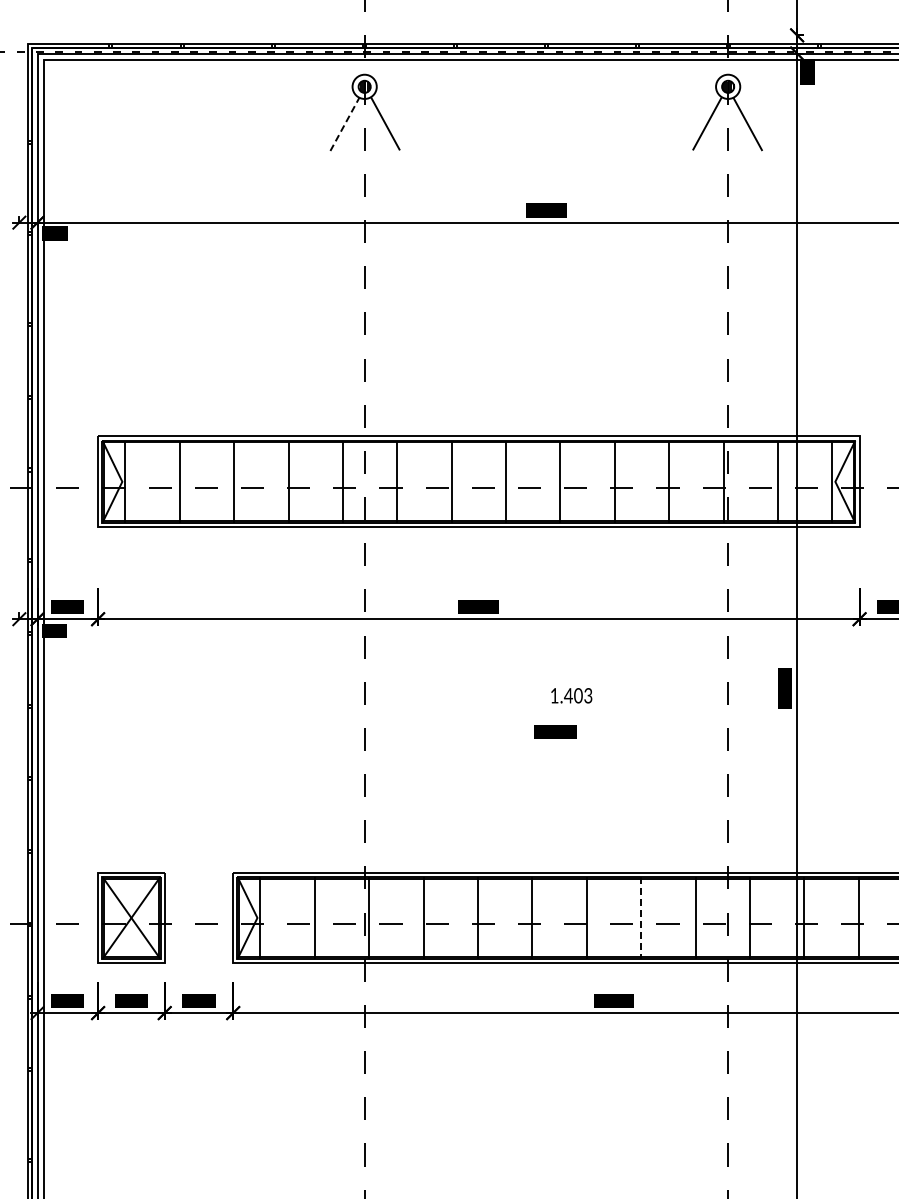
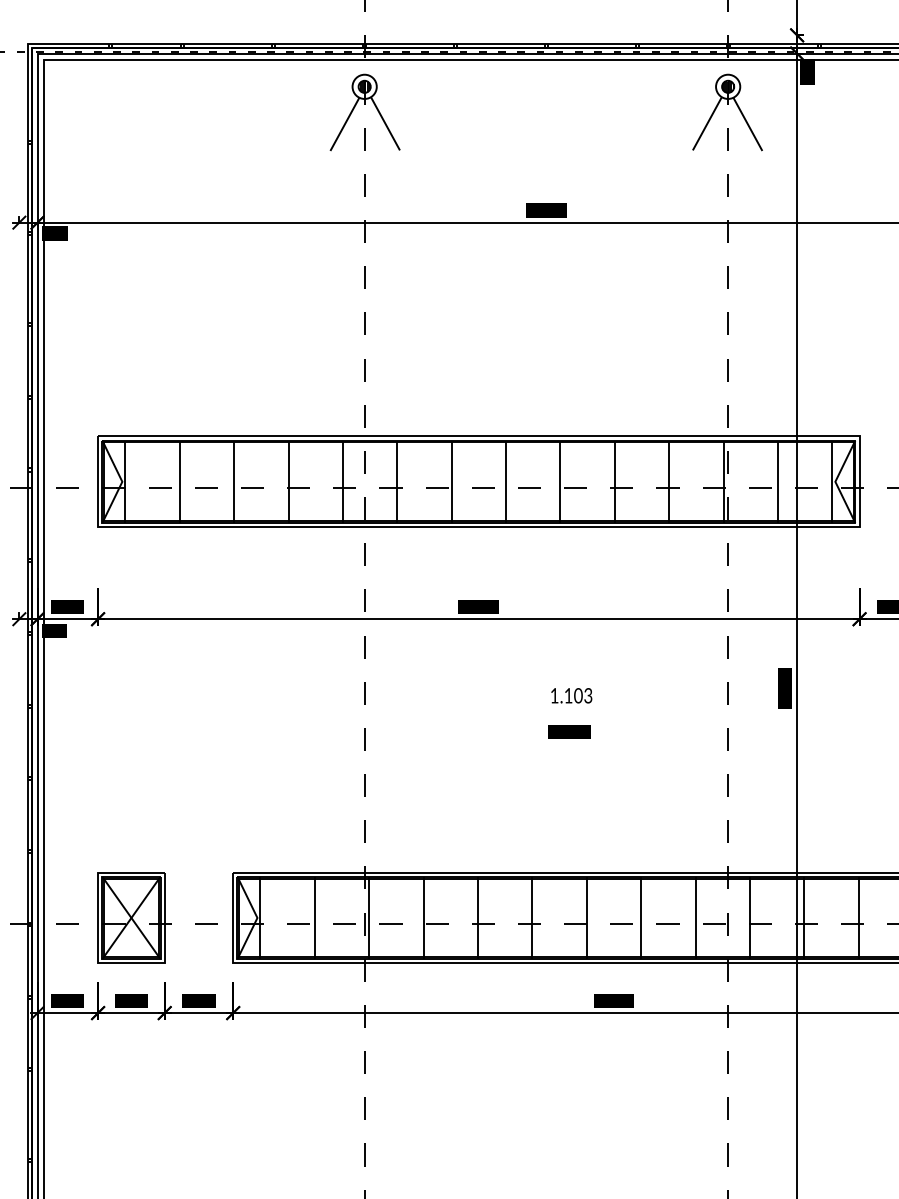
line at (345, 123): dashed -> solid
text at (568, 695): 1.403 -> 1.103
text at (555, 731) position: (555, 731) -> (569, 731)
line at (641, 918): dashed -> solid
